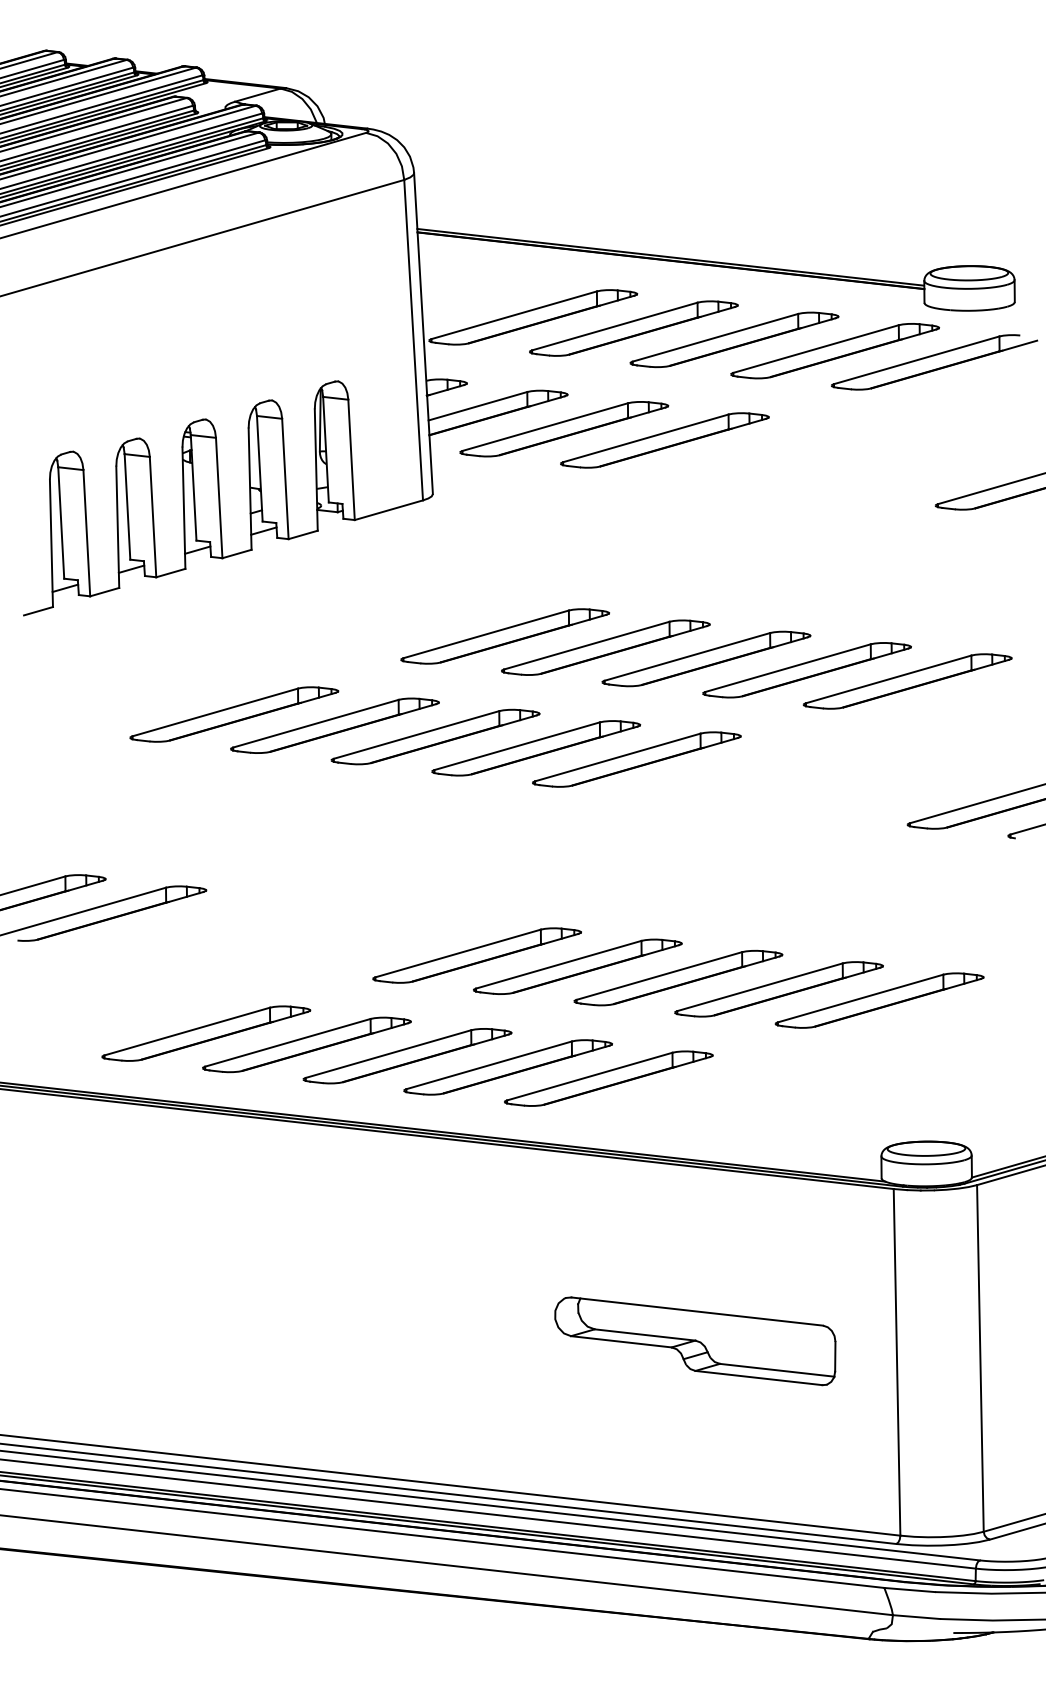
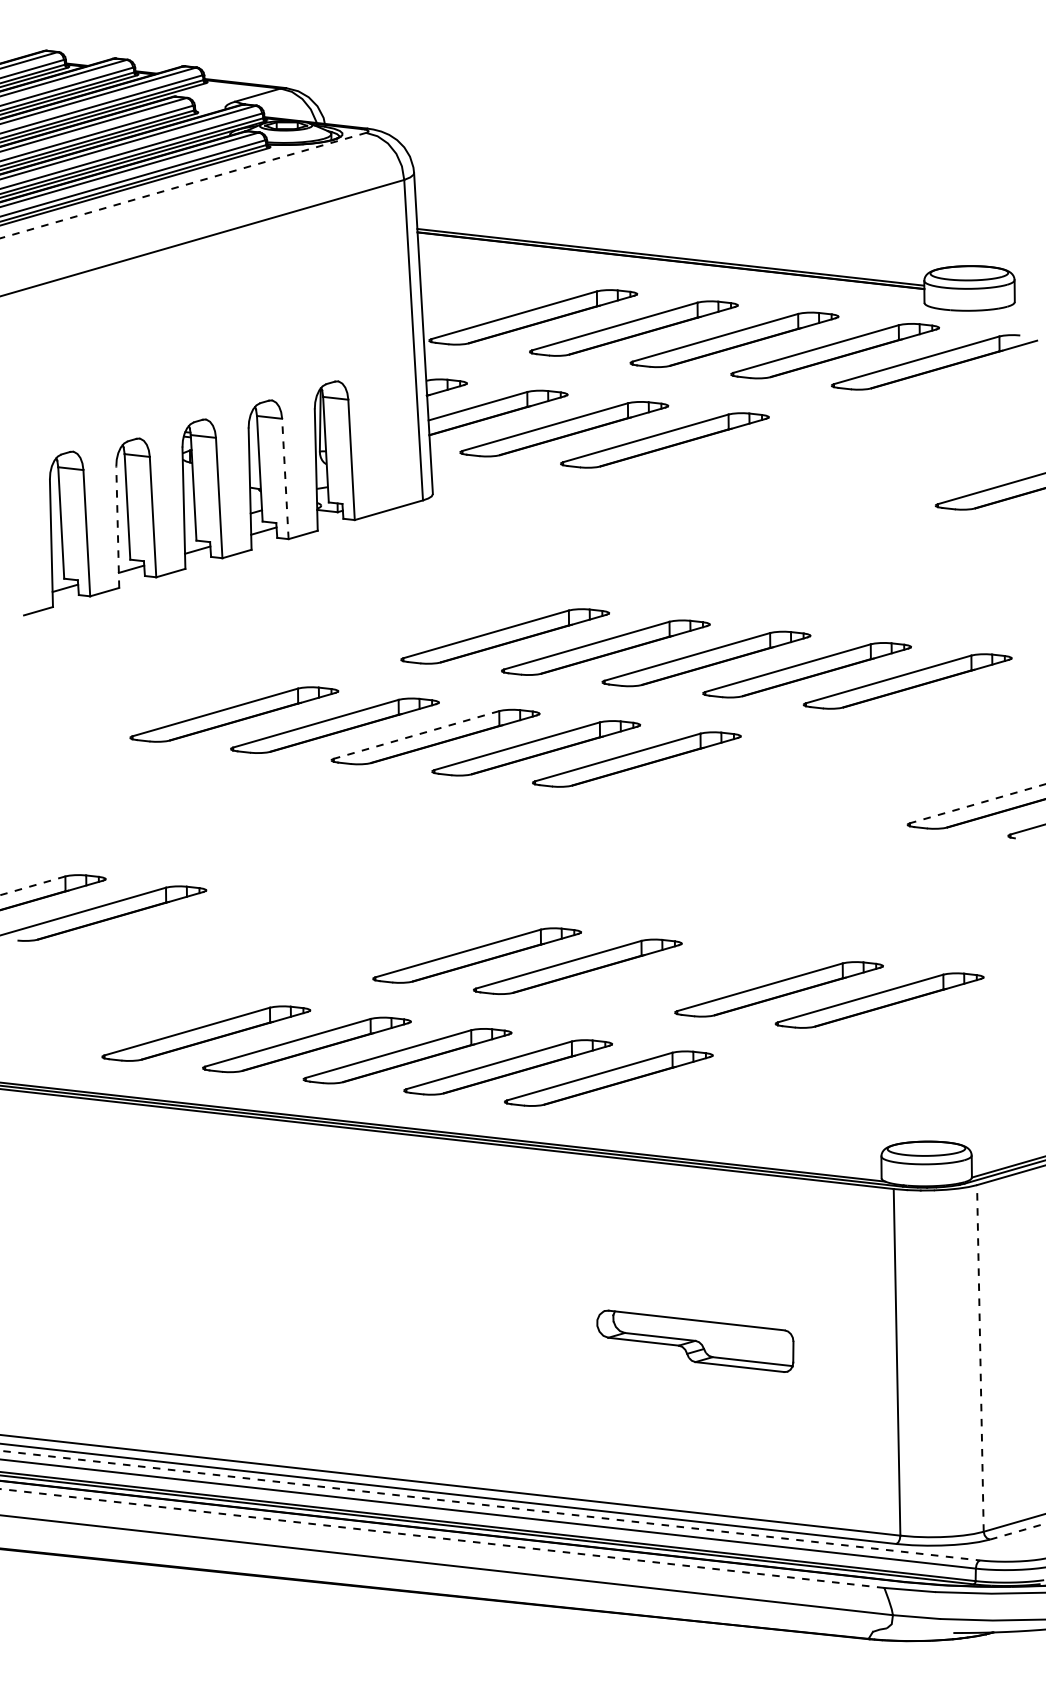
line at (183, 185): solid -> dashed
line at (285, 478): solid -> dashed
line at (117, 527): solid -> dashed
line at (416, 735): solid -> dashed
line at (977, 803): solid -> dashed
line at (32, 885): solid -> dashed
part at (678, 977): present -> none
part at (695, 1341) size: 283x91 px -> 199x64 px
line at (980, 1357): solid -> dashed
line at (490, 1505): solid -> dashed
line at (1017, 1531): solid -> dashed
line at (442, 1538): solid -> dashed
